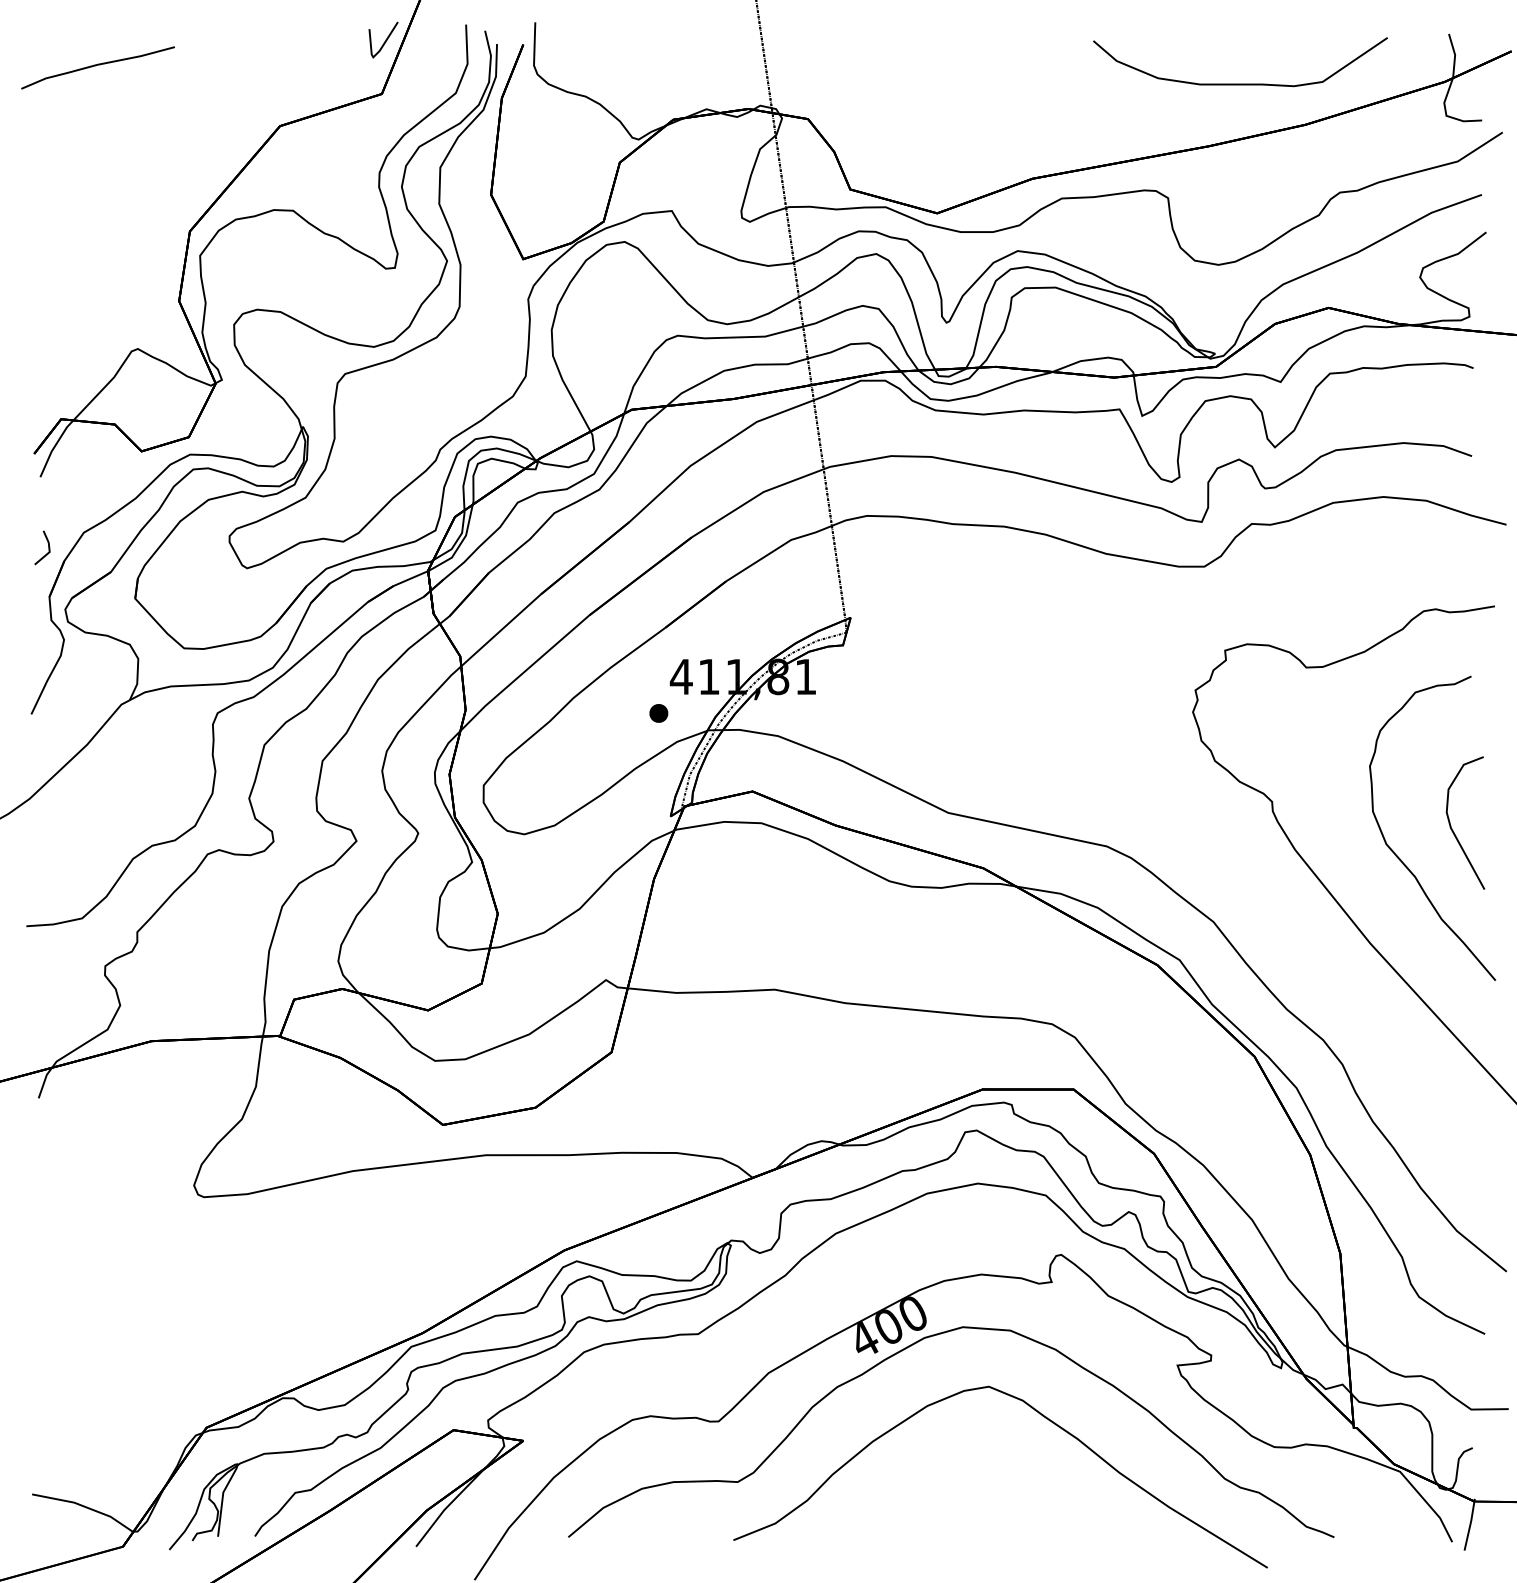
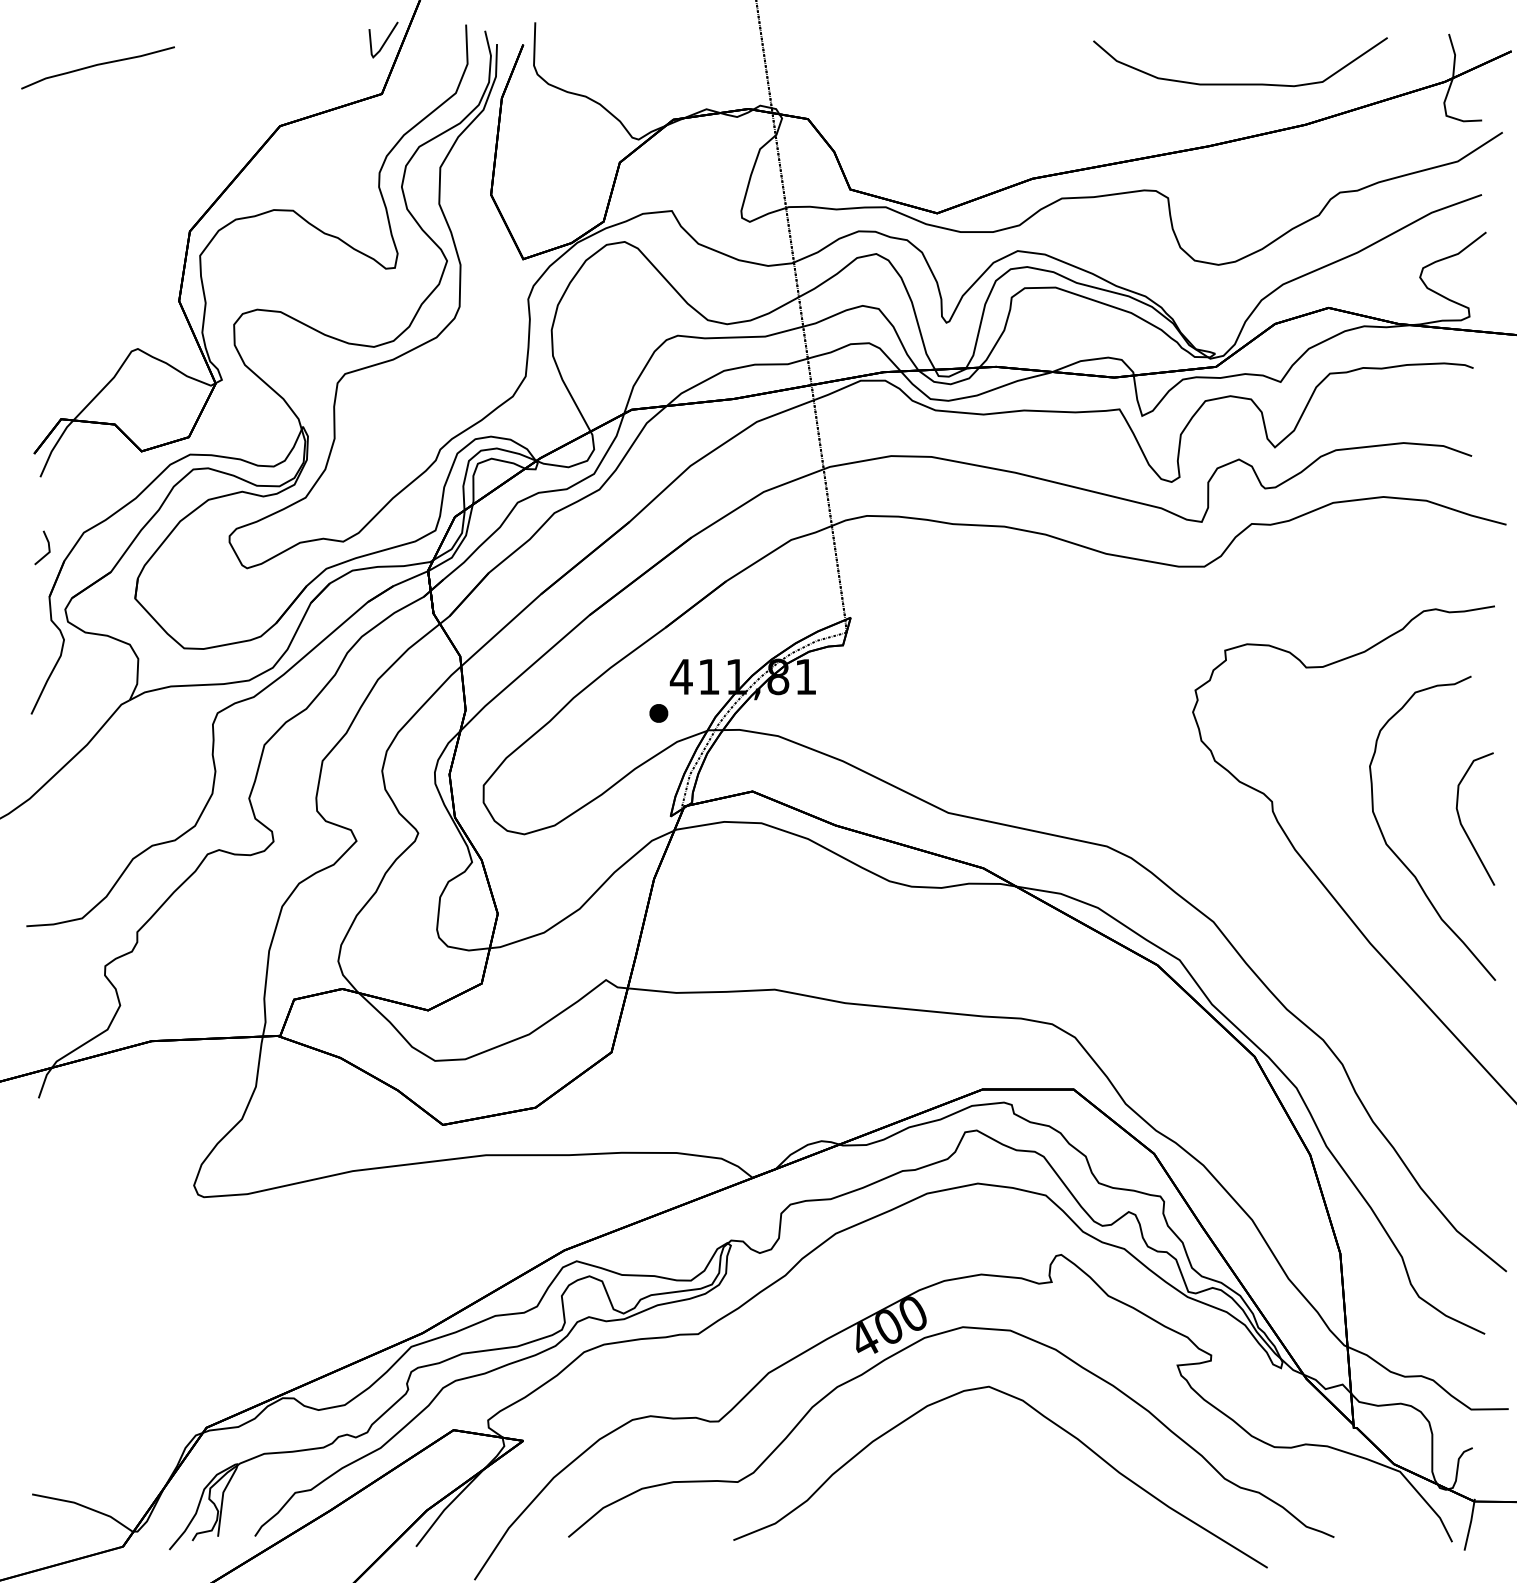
part at (1451, 825) position: (1451, 825) -> (1461, 821)
